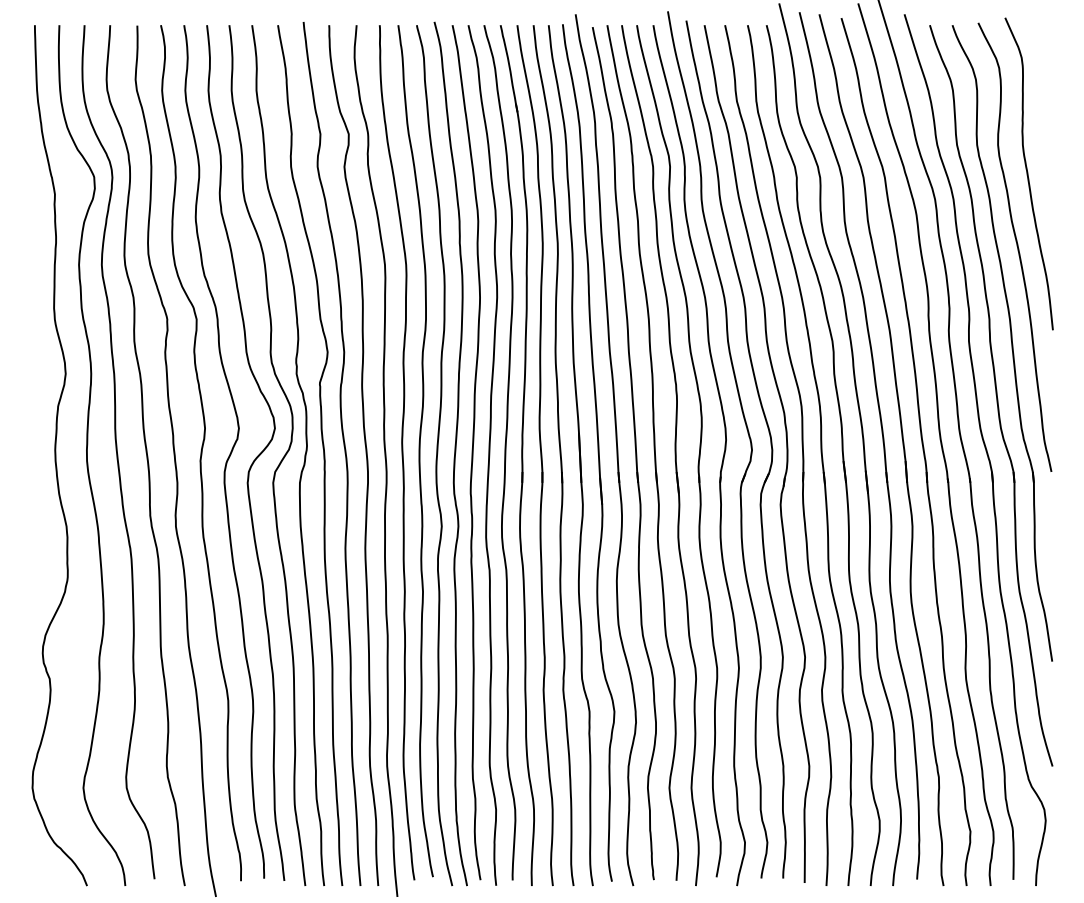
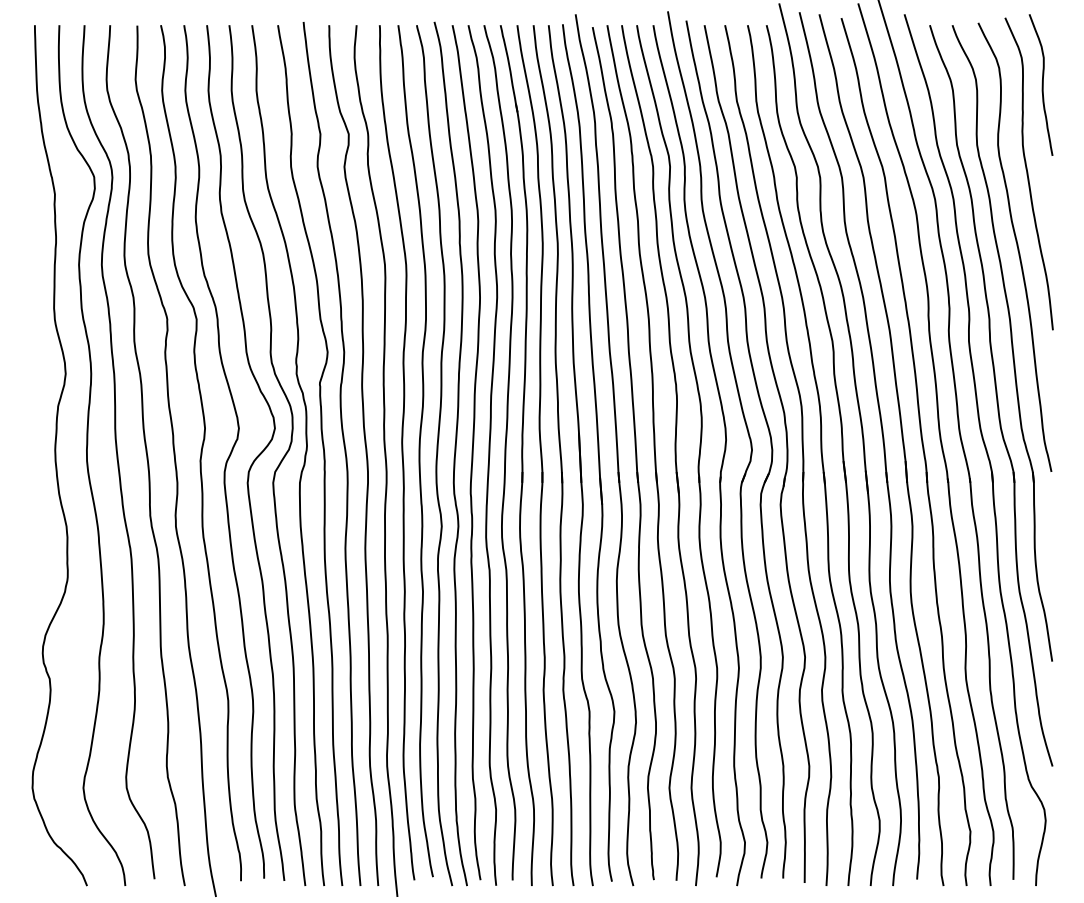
curve at (1041, 84): none -> present
